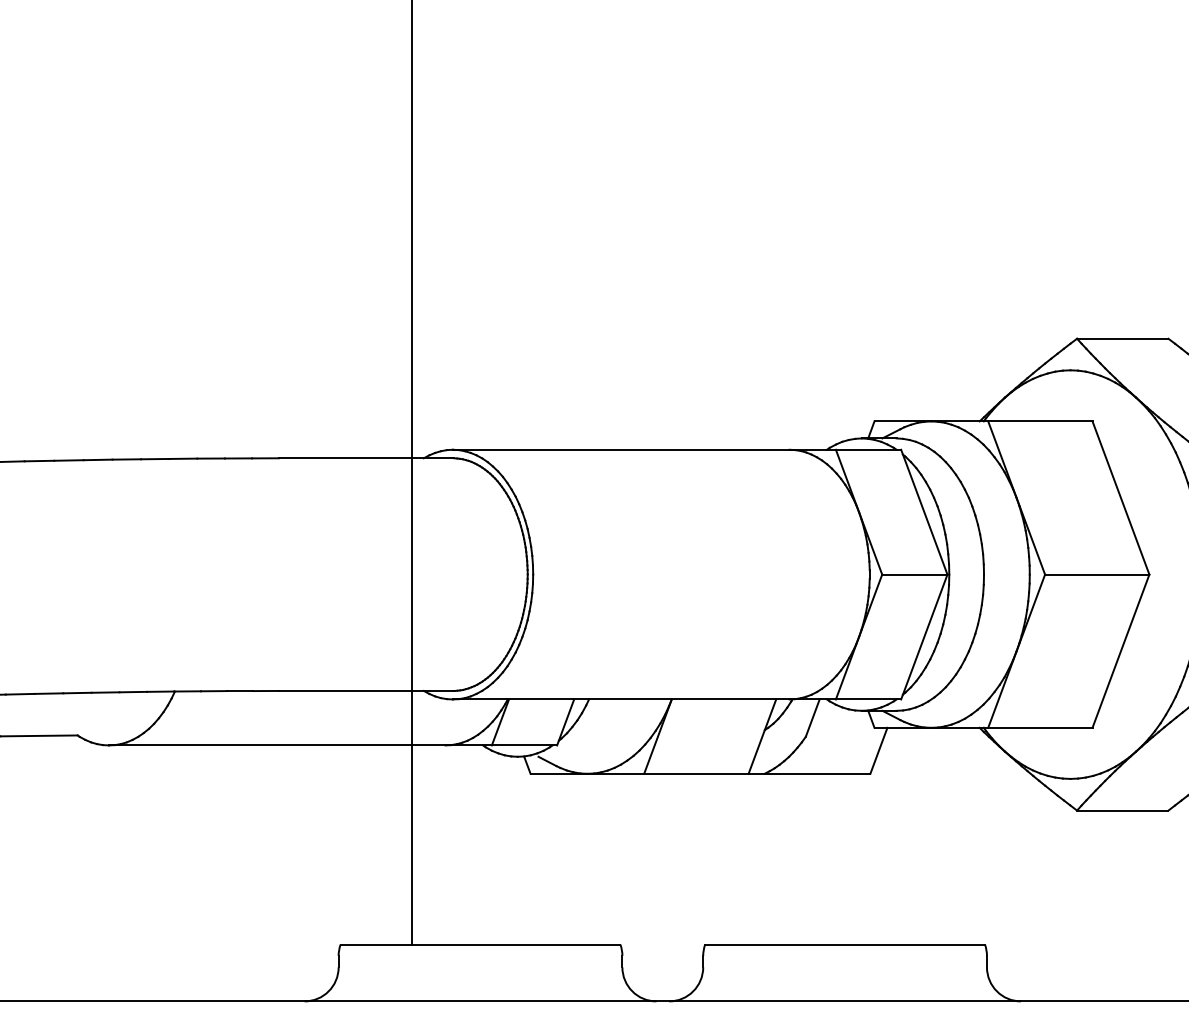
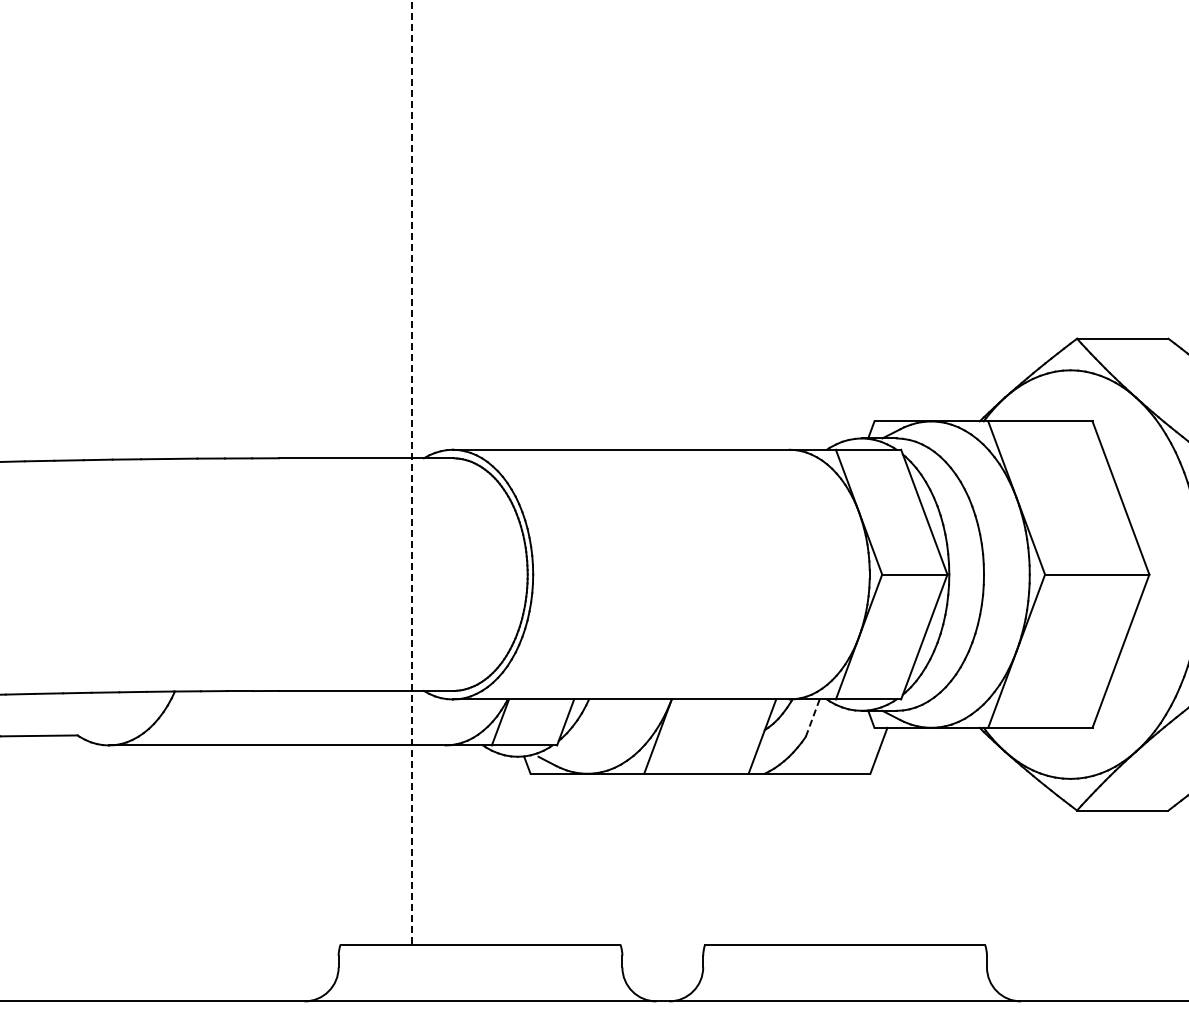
line at (412, 472): solid -> dashed
line at (812, 718): solid -> dashed
